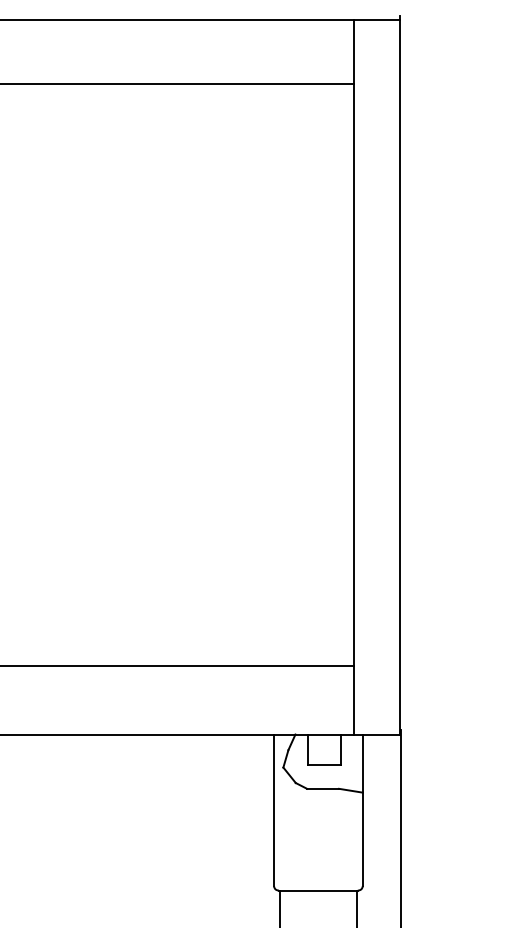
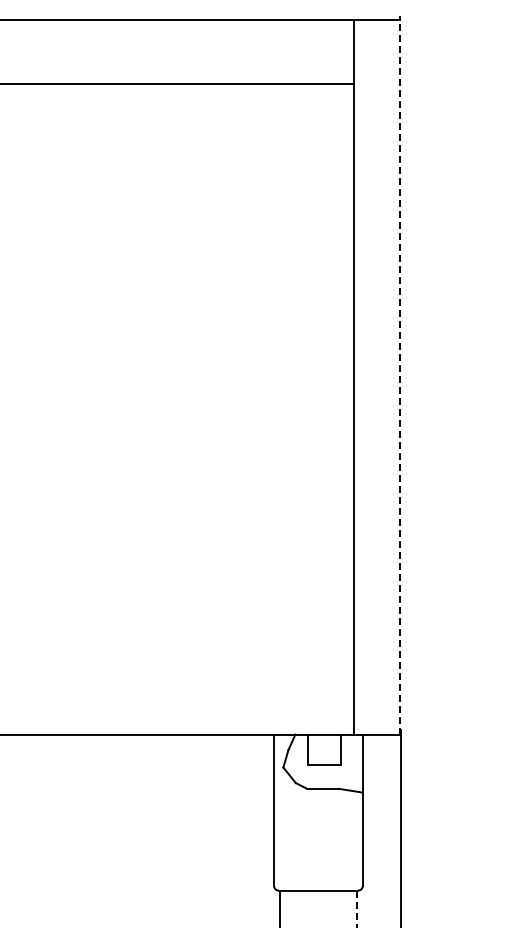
line at (400, 374): solid -> dashed
line at (178, 665): present -> none
line at (357, 909): solid -> dashed
